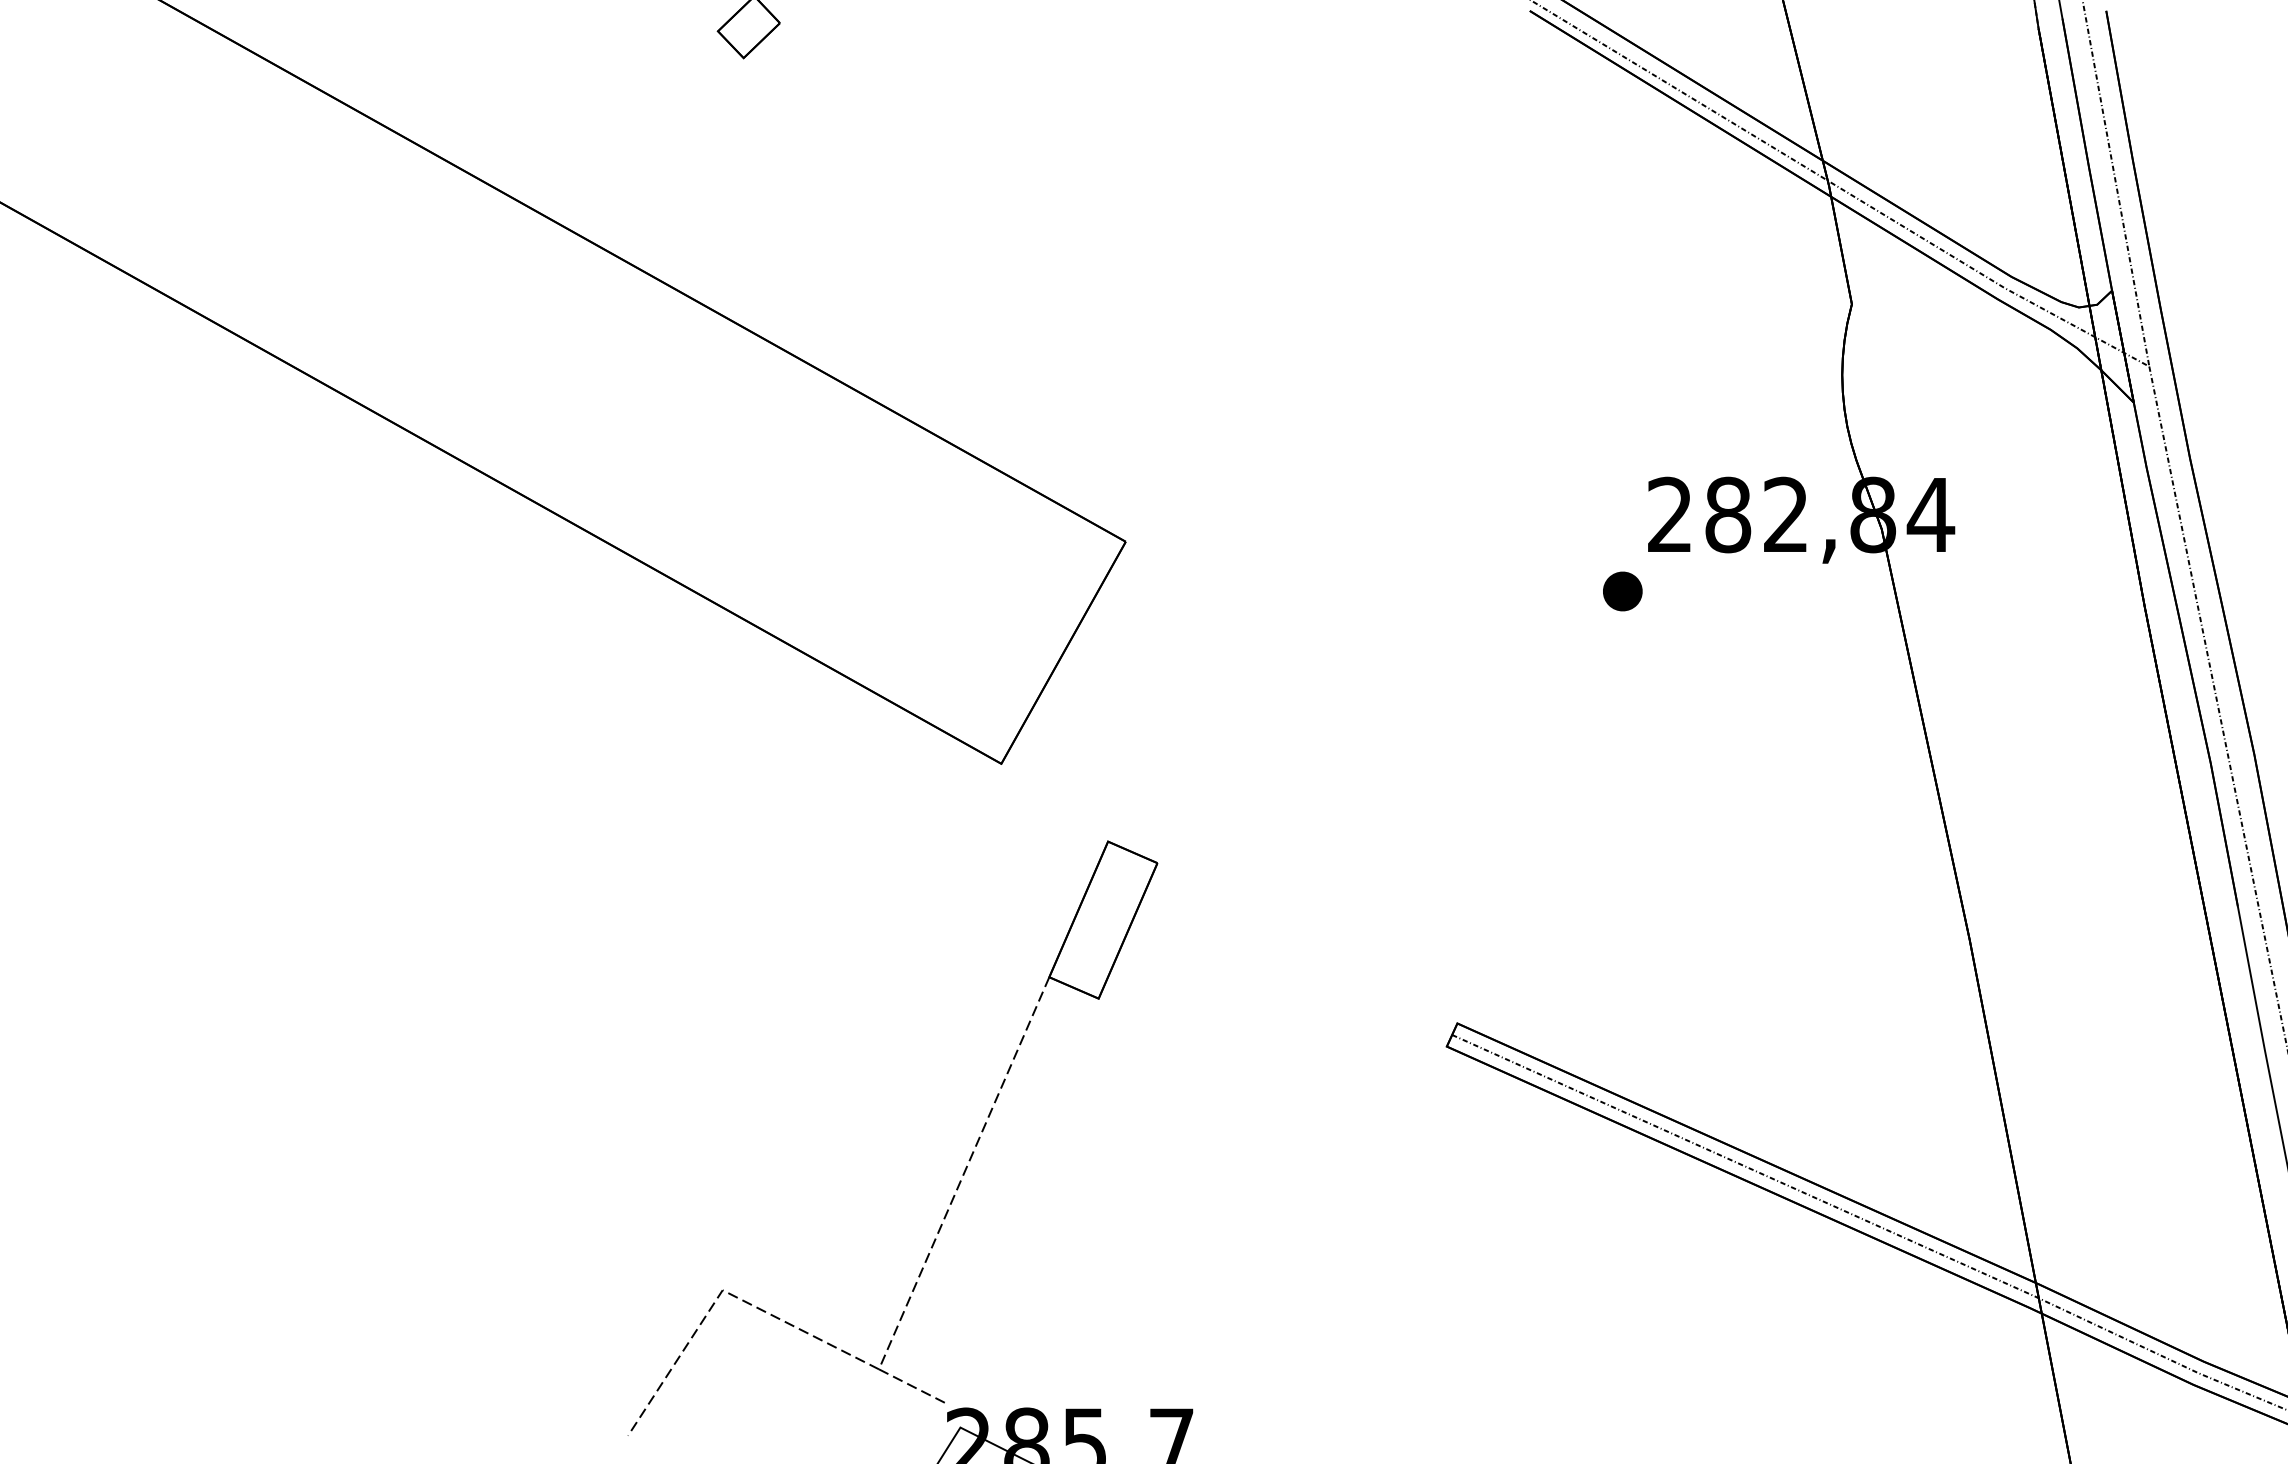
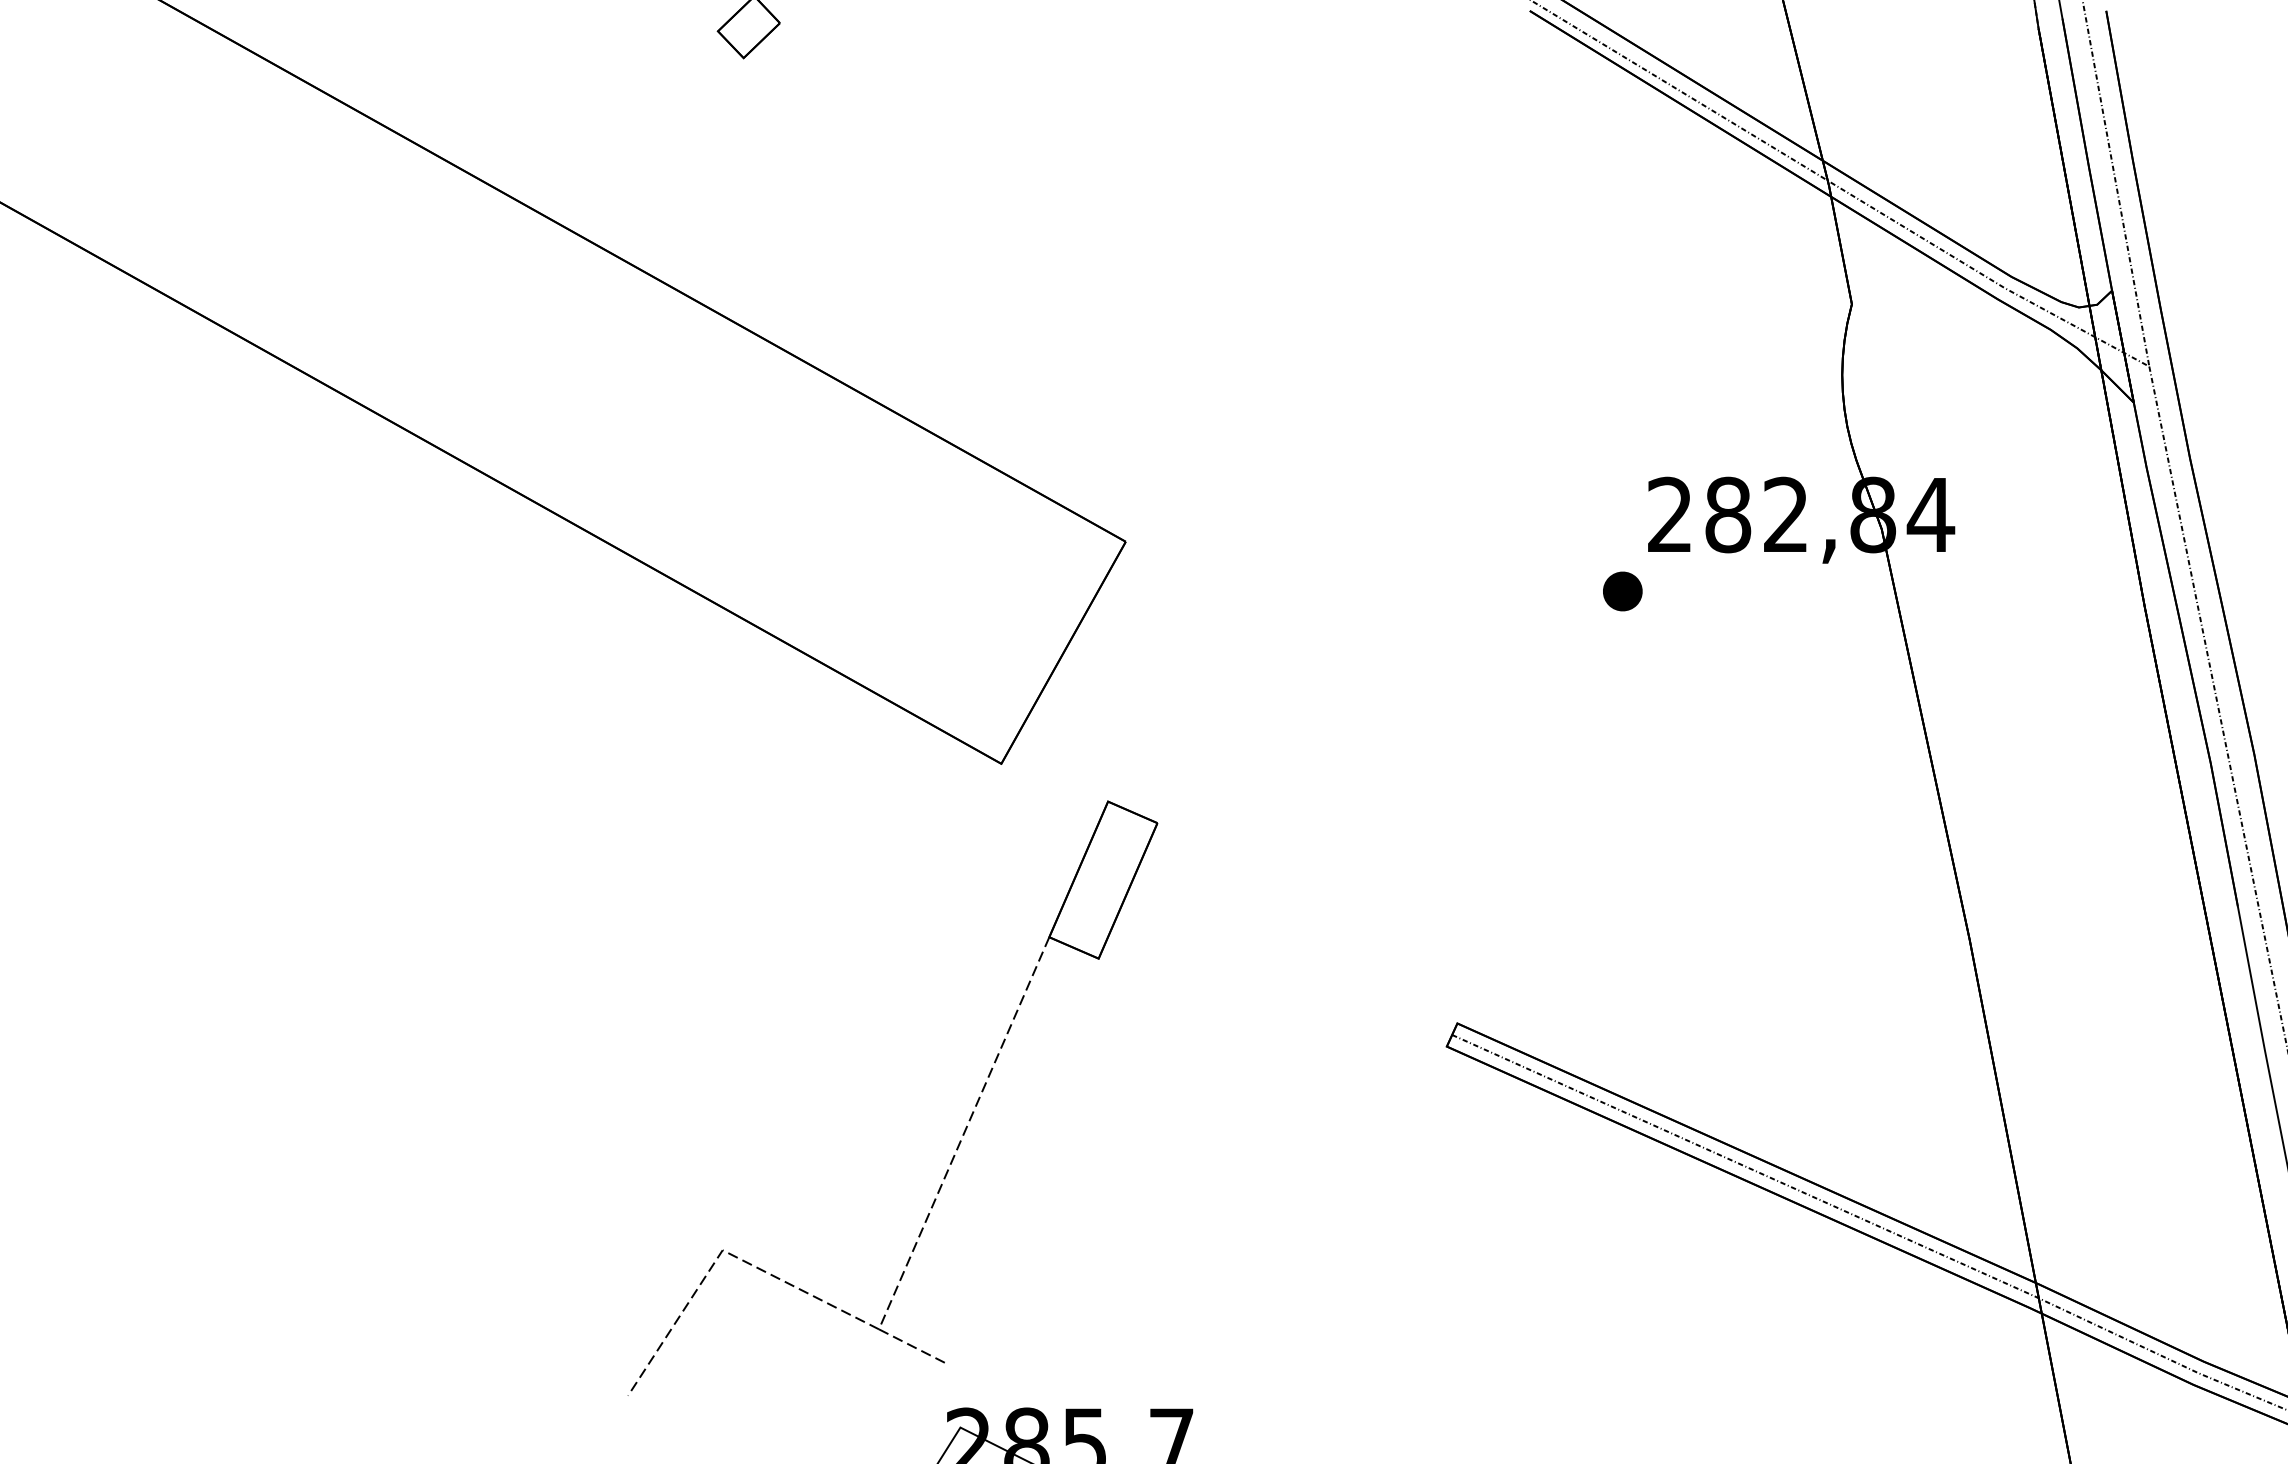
part at (963, 1171) position: (963, 1171) -> (963, 1131)
